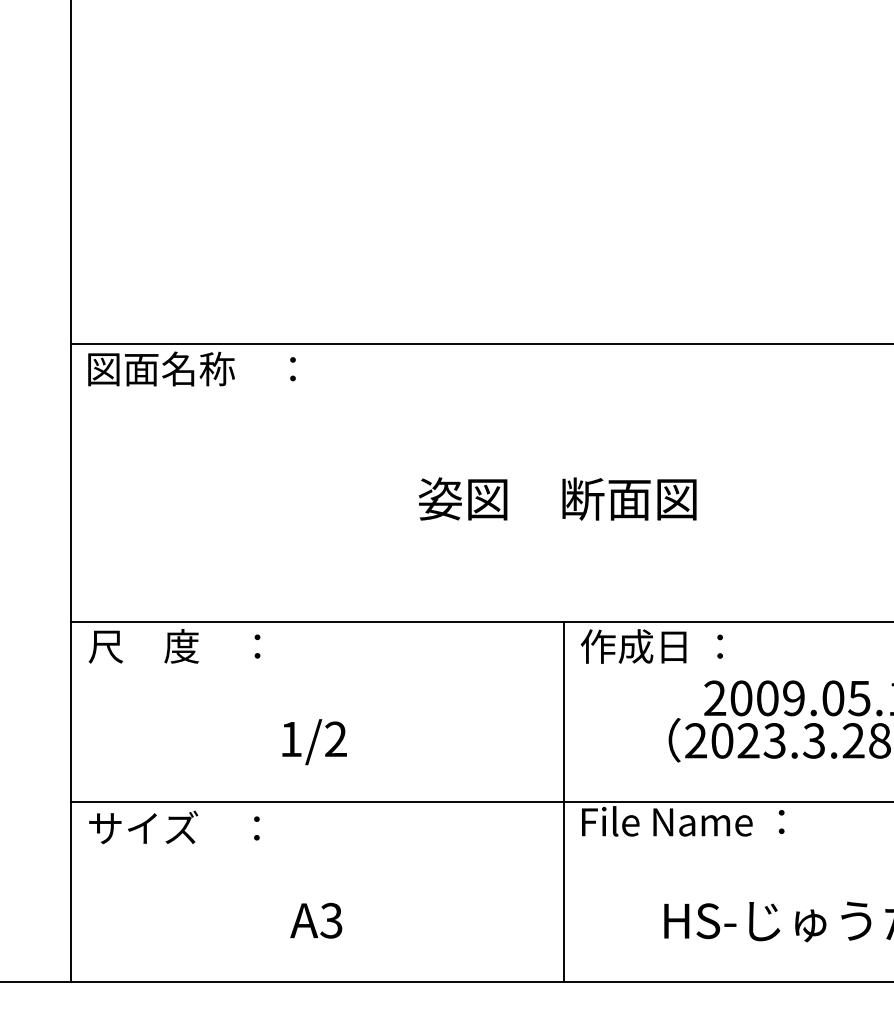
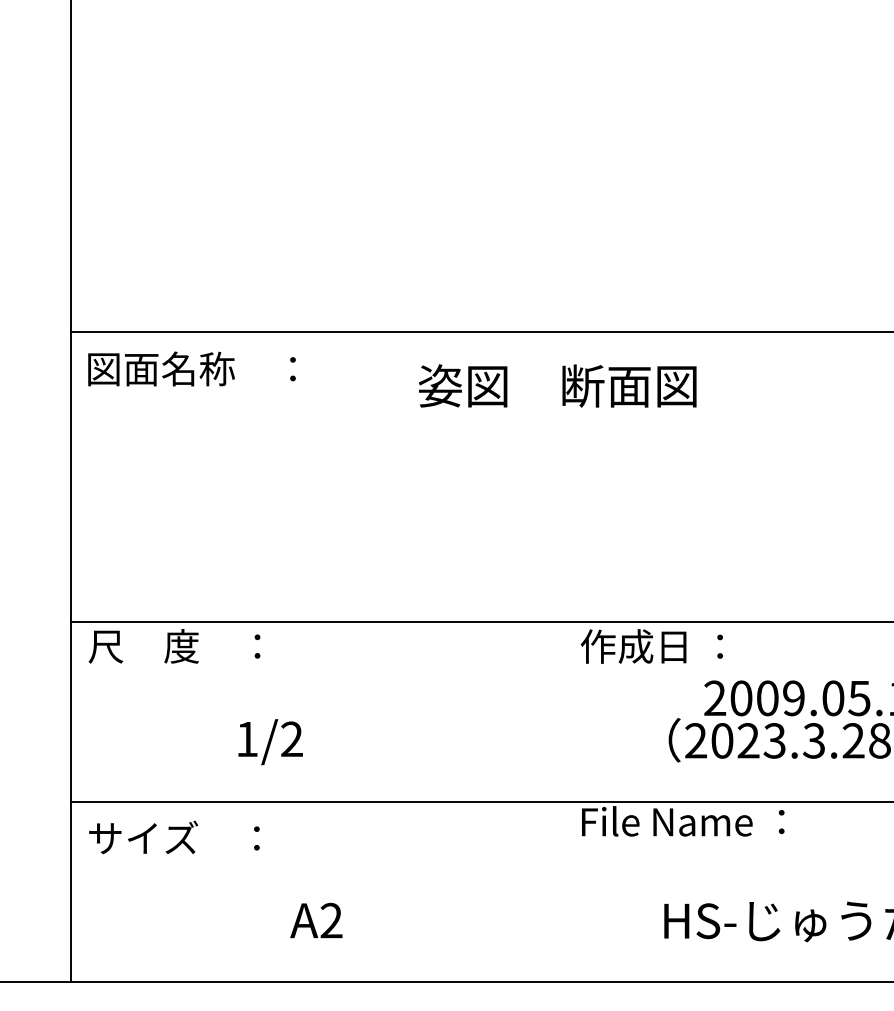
line at (480, 344) position: (480, 344) -> (480, 332)
text at (557, 498) position: (557, 498) -> (557, 385)
text at (314, 742) position: (314, 742) -> (270, 742)
line at (563, 801): present -> none
text at (174, 827) position: (174, 827) -> (174, 837)
text at (331, 920): A3 -> A2
